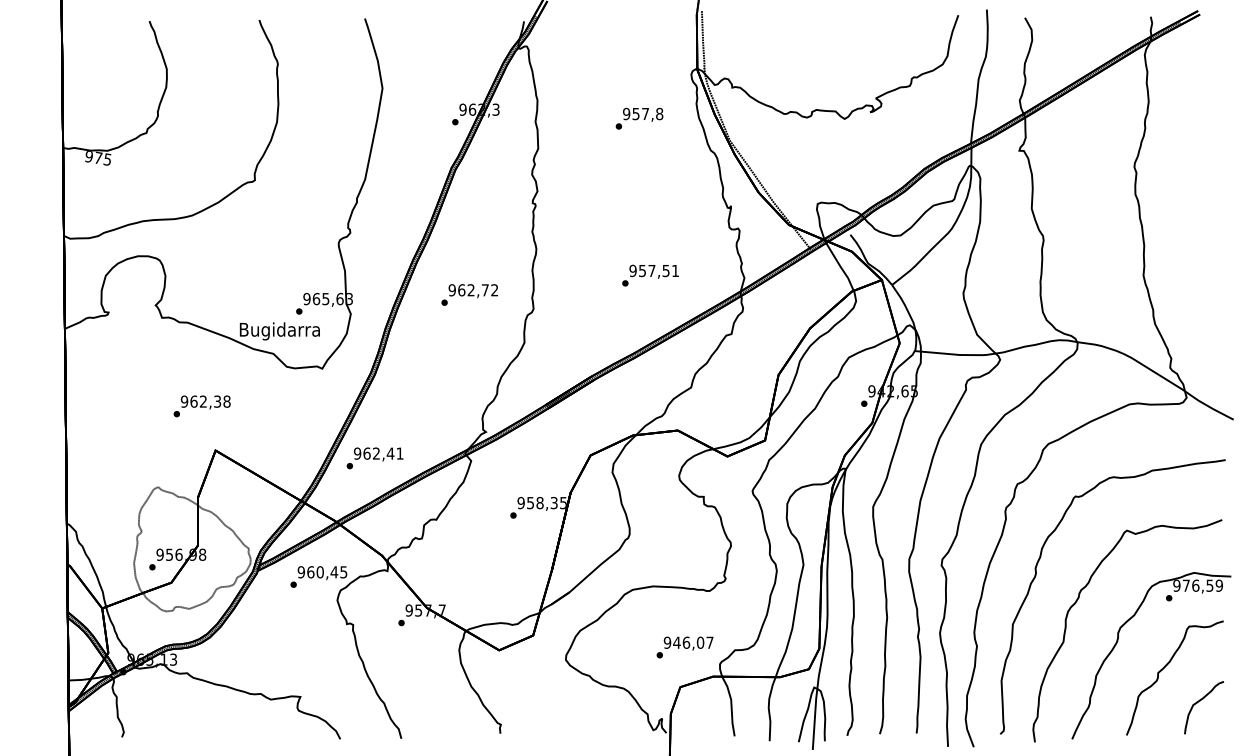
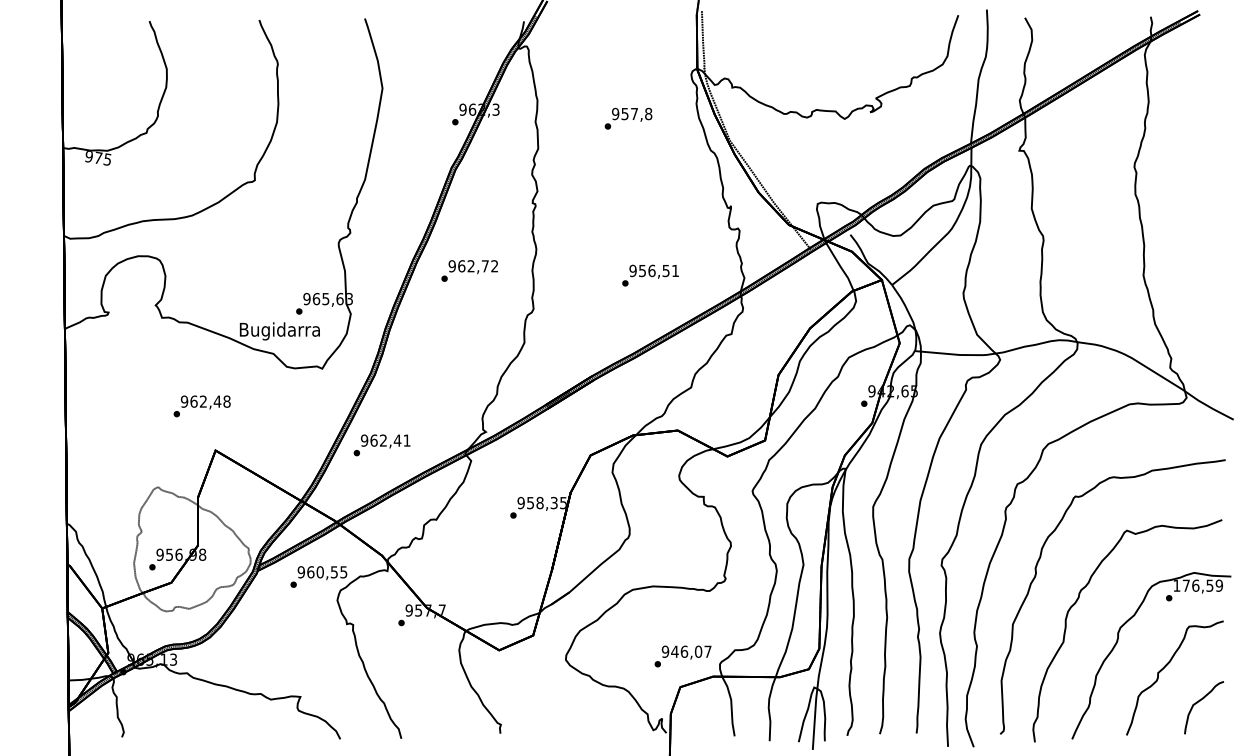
text at (639, 118) position: (639, 118) -> (628, 118)
text at (651, 270): 957,51 -> 956,51
text at (469, 294) position: (469, 294) -> (469, 270)
text at (217, 401): 962,38 -> 962,48
text at (374, 458) position: (374, 458) -> (381, 445)
text at (334, 572): 960,45 -> 960,55
text at (1176, 585): 976,59 -> 176,59
text at (684, 647) position: (684, 647) -> (682, 656)
